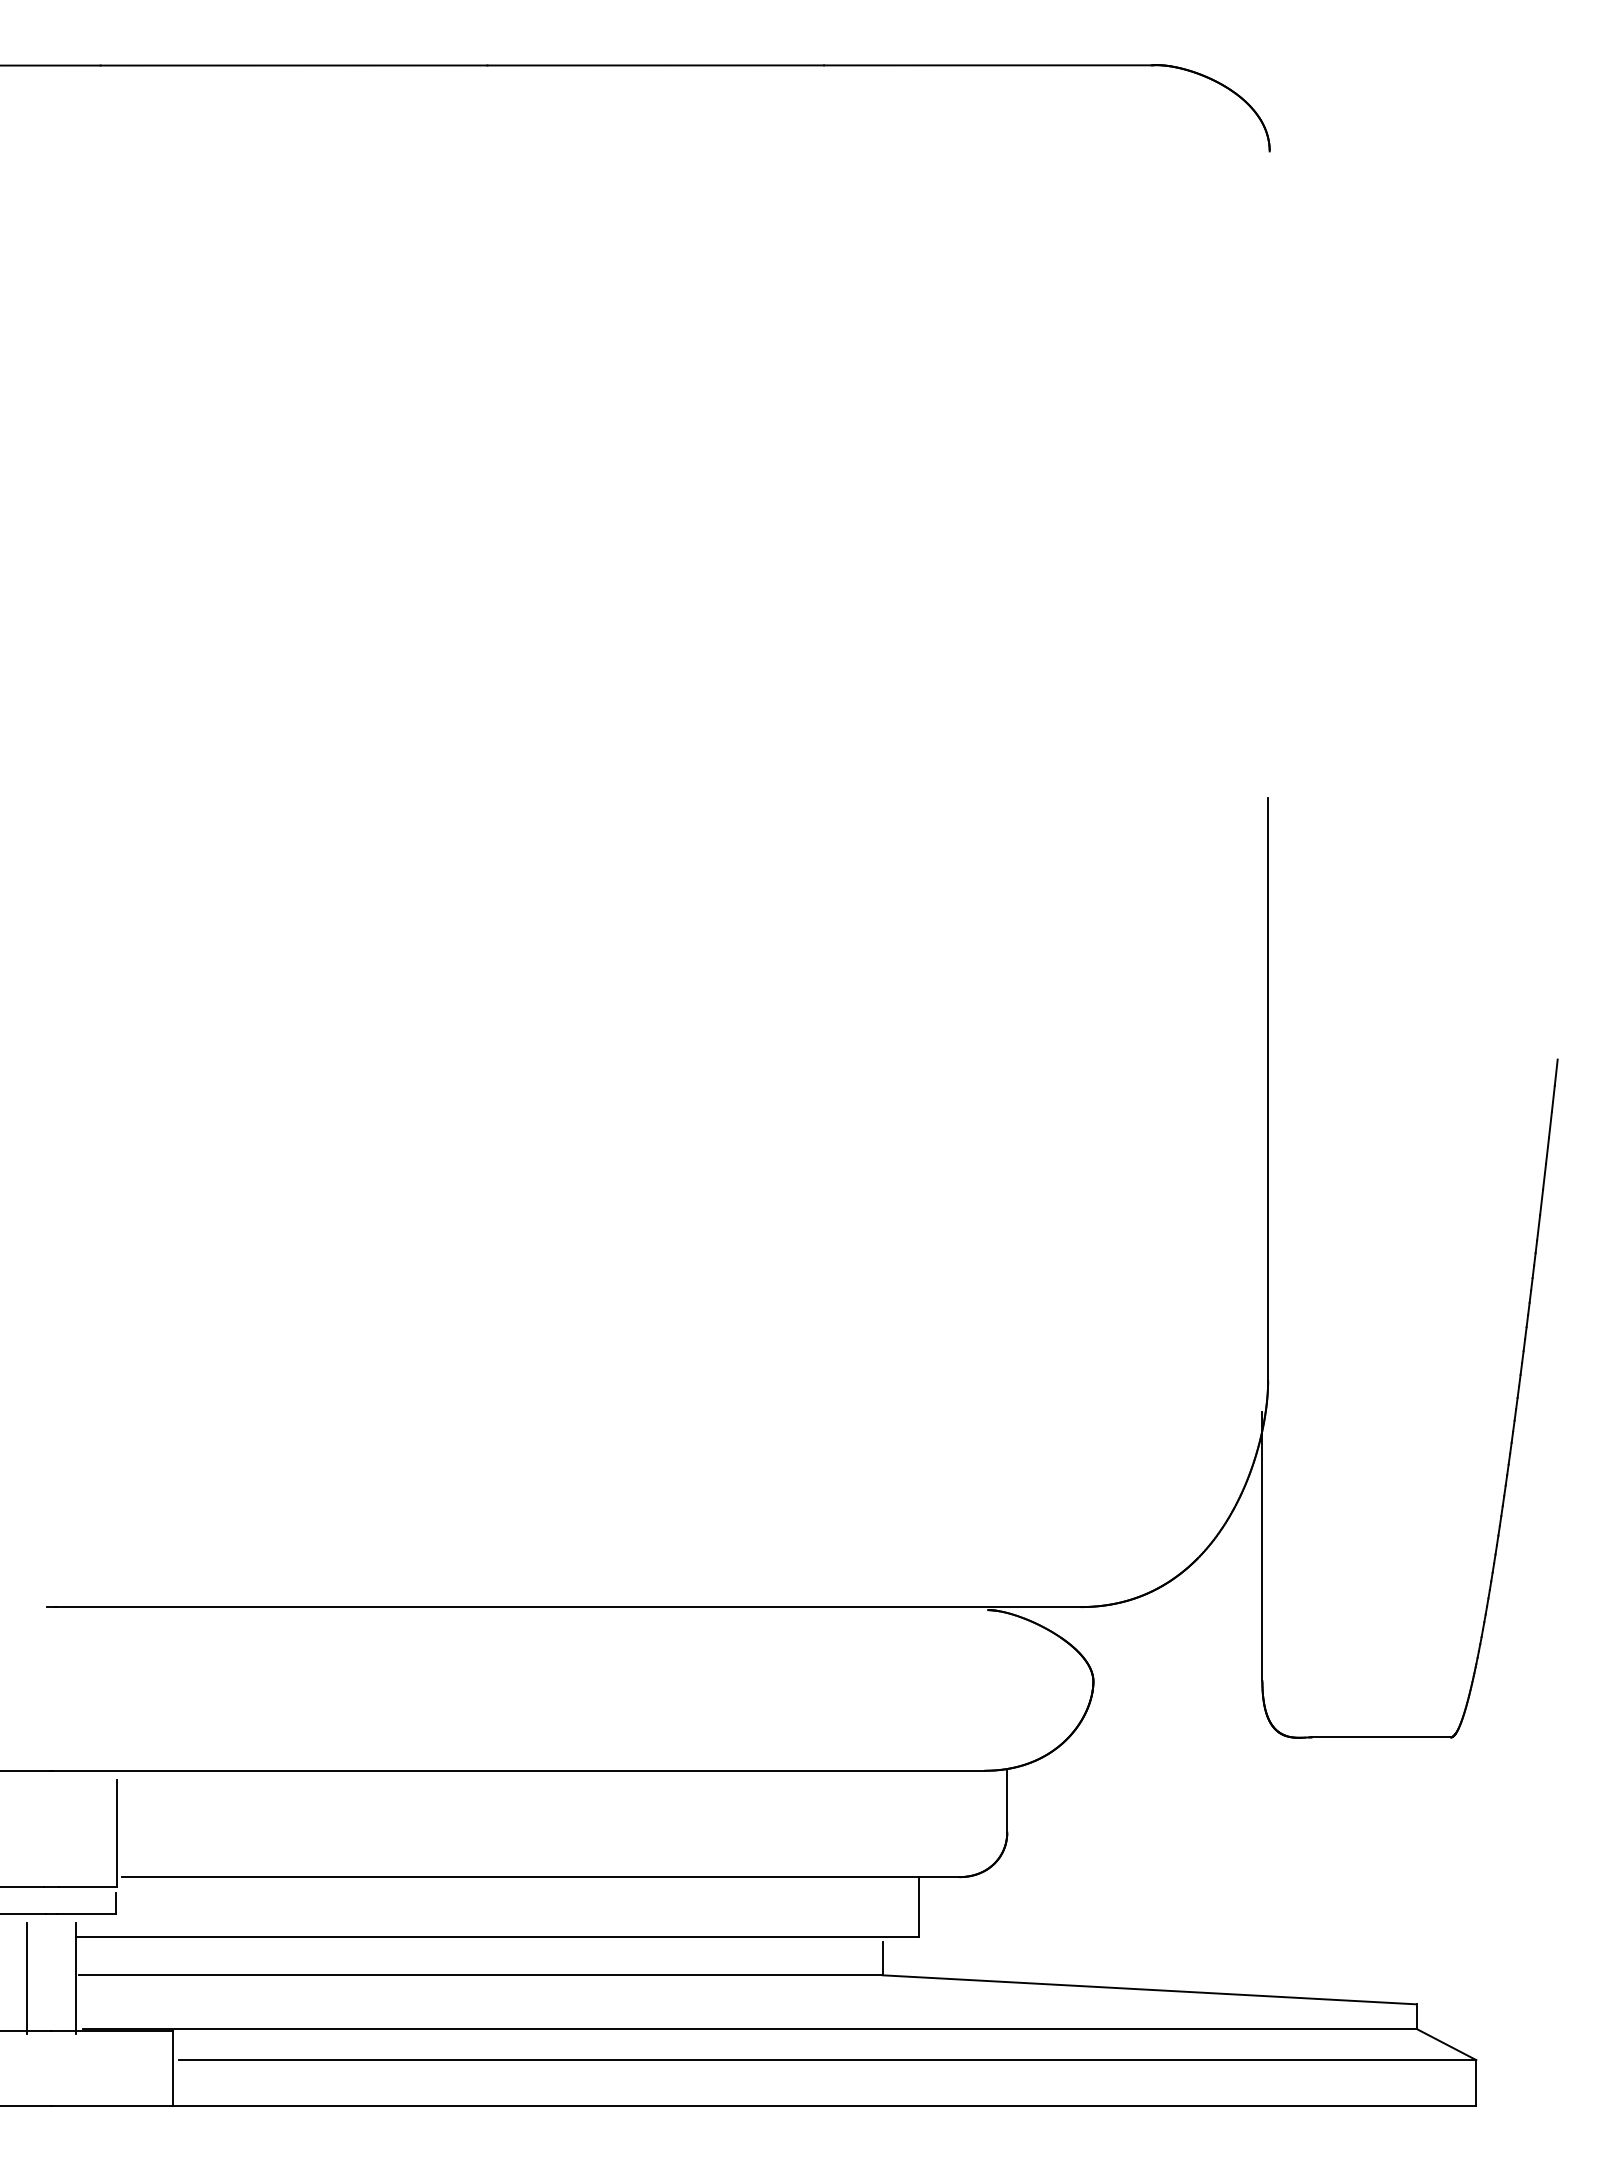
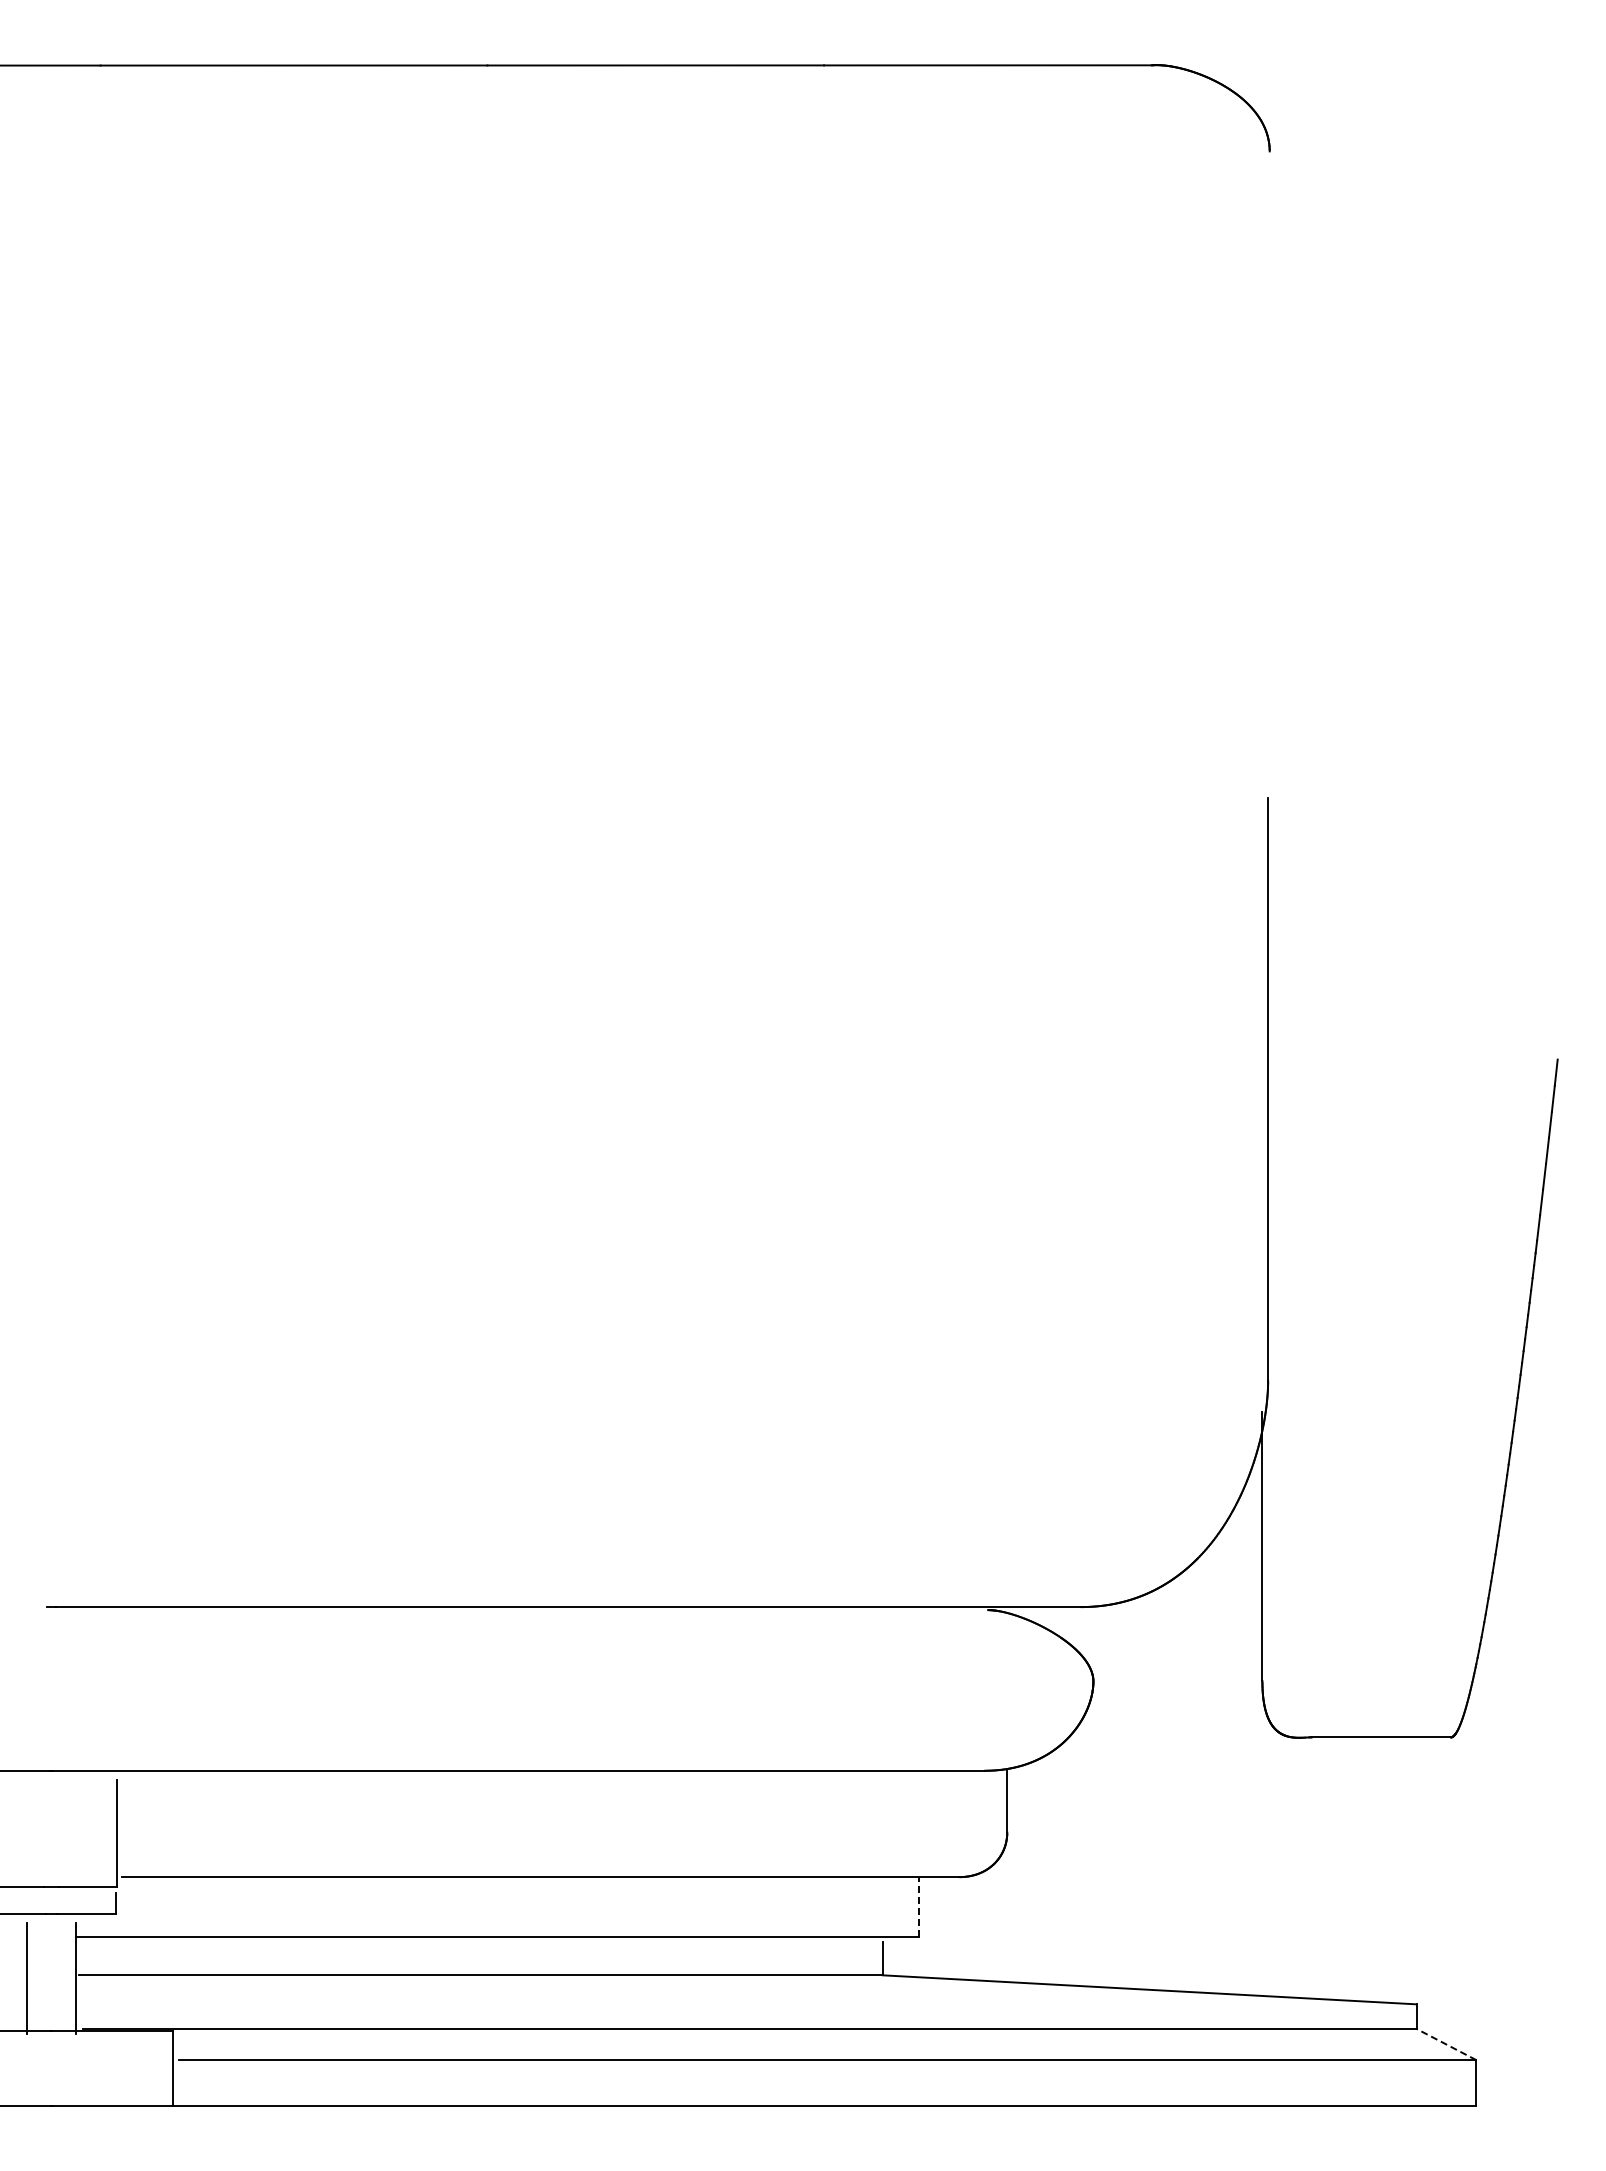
line at (918, 1906): solid -> dashed
line at (1446, 2044): solid -> dashed
